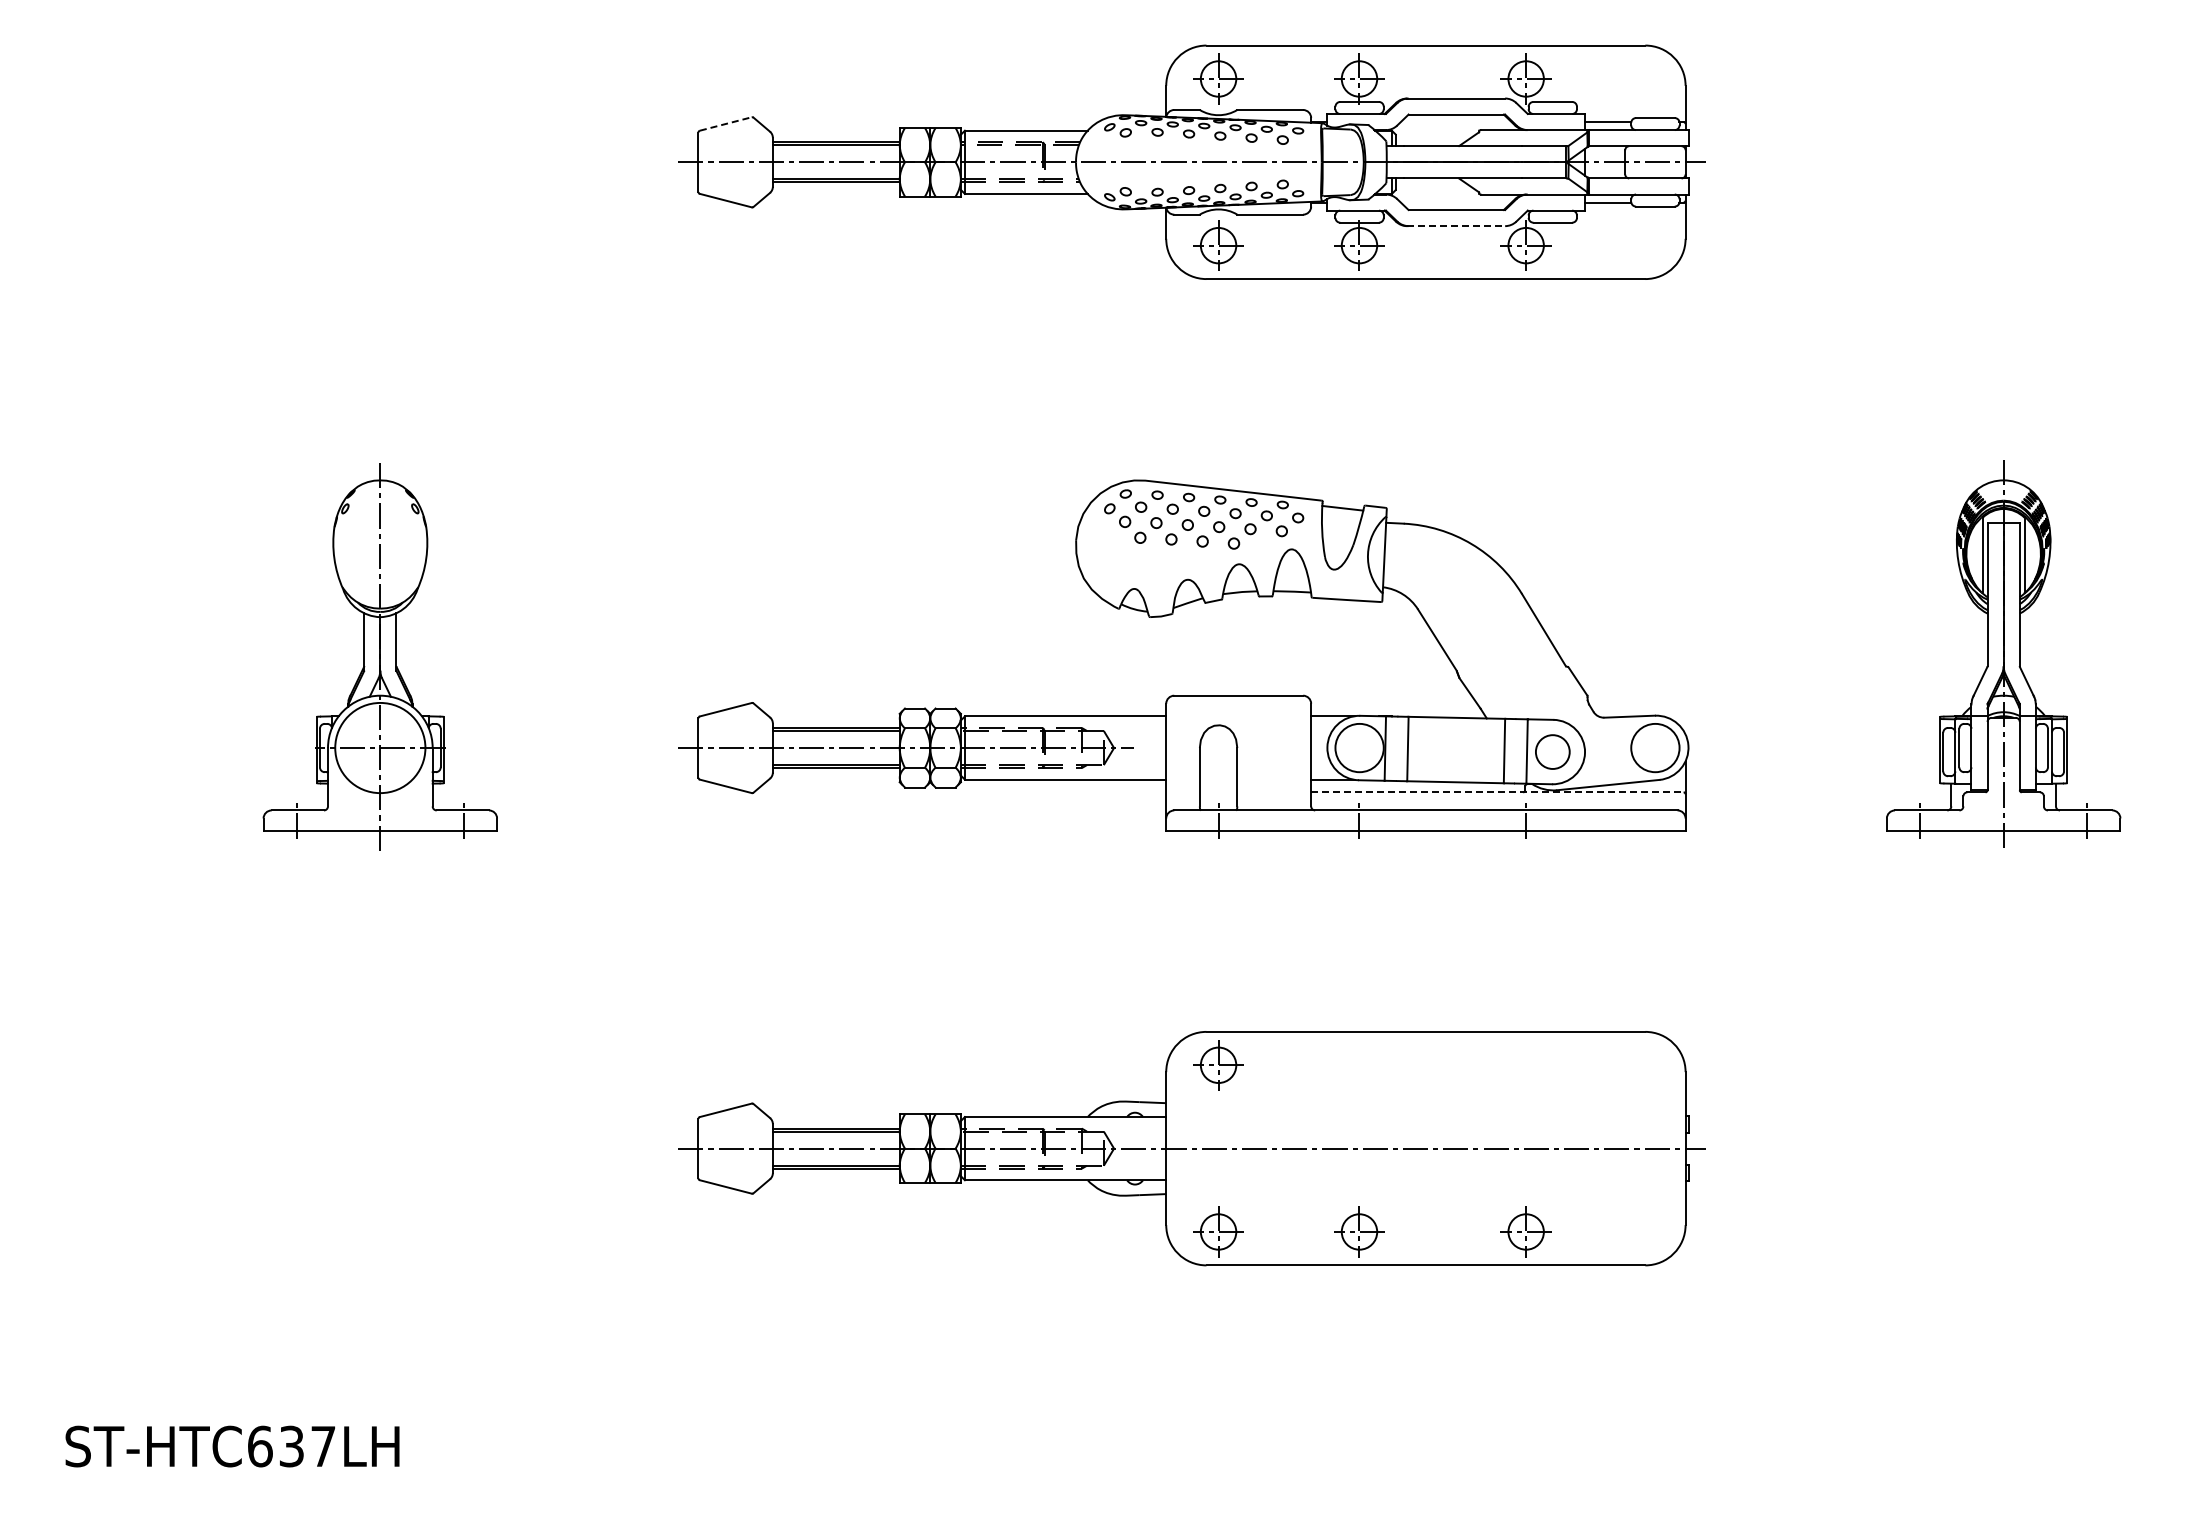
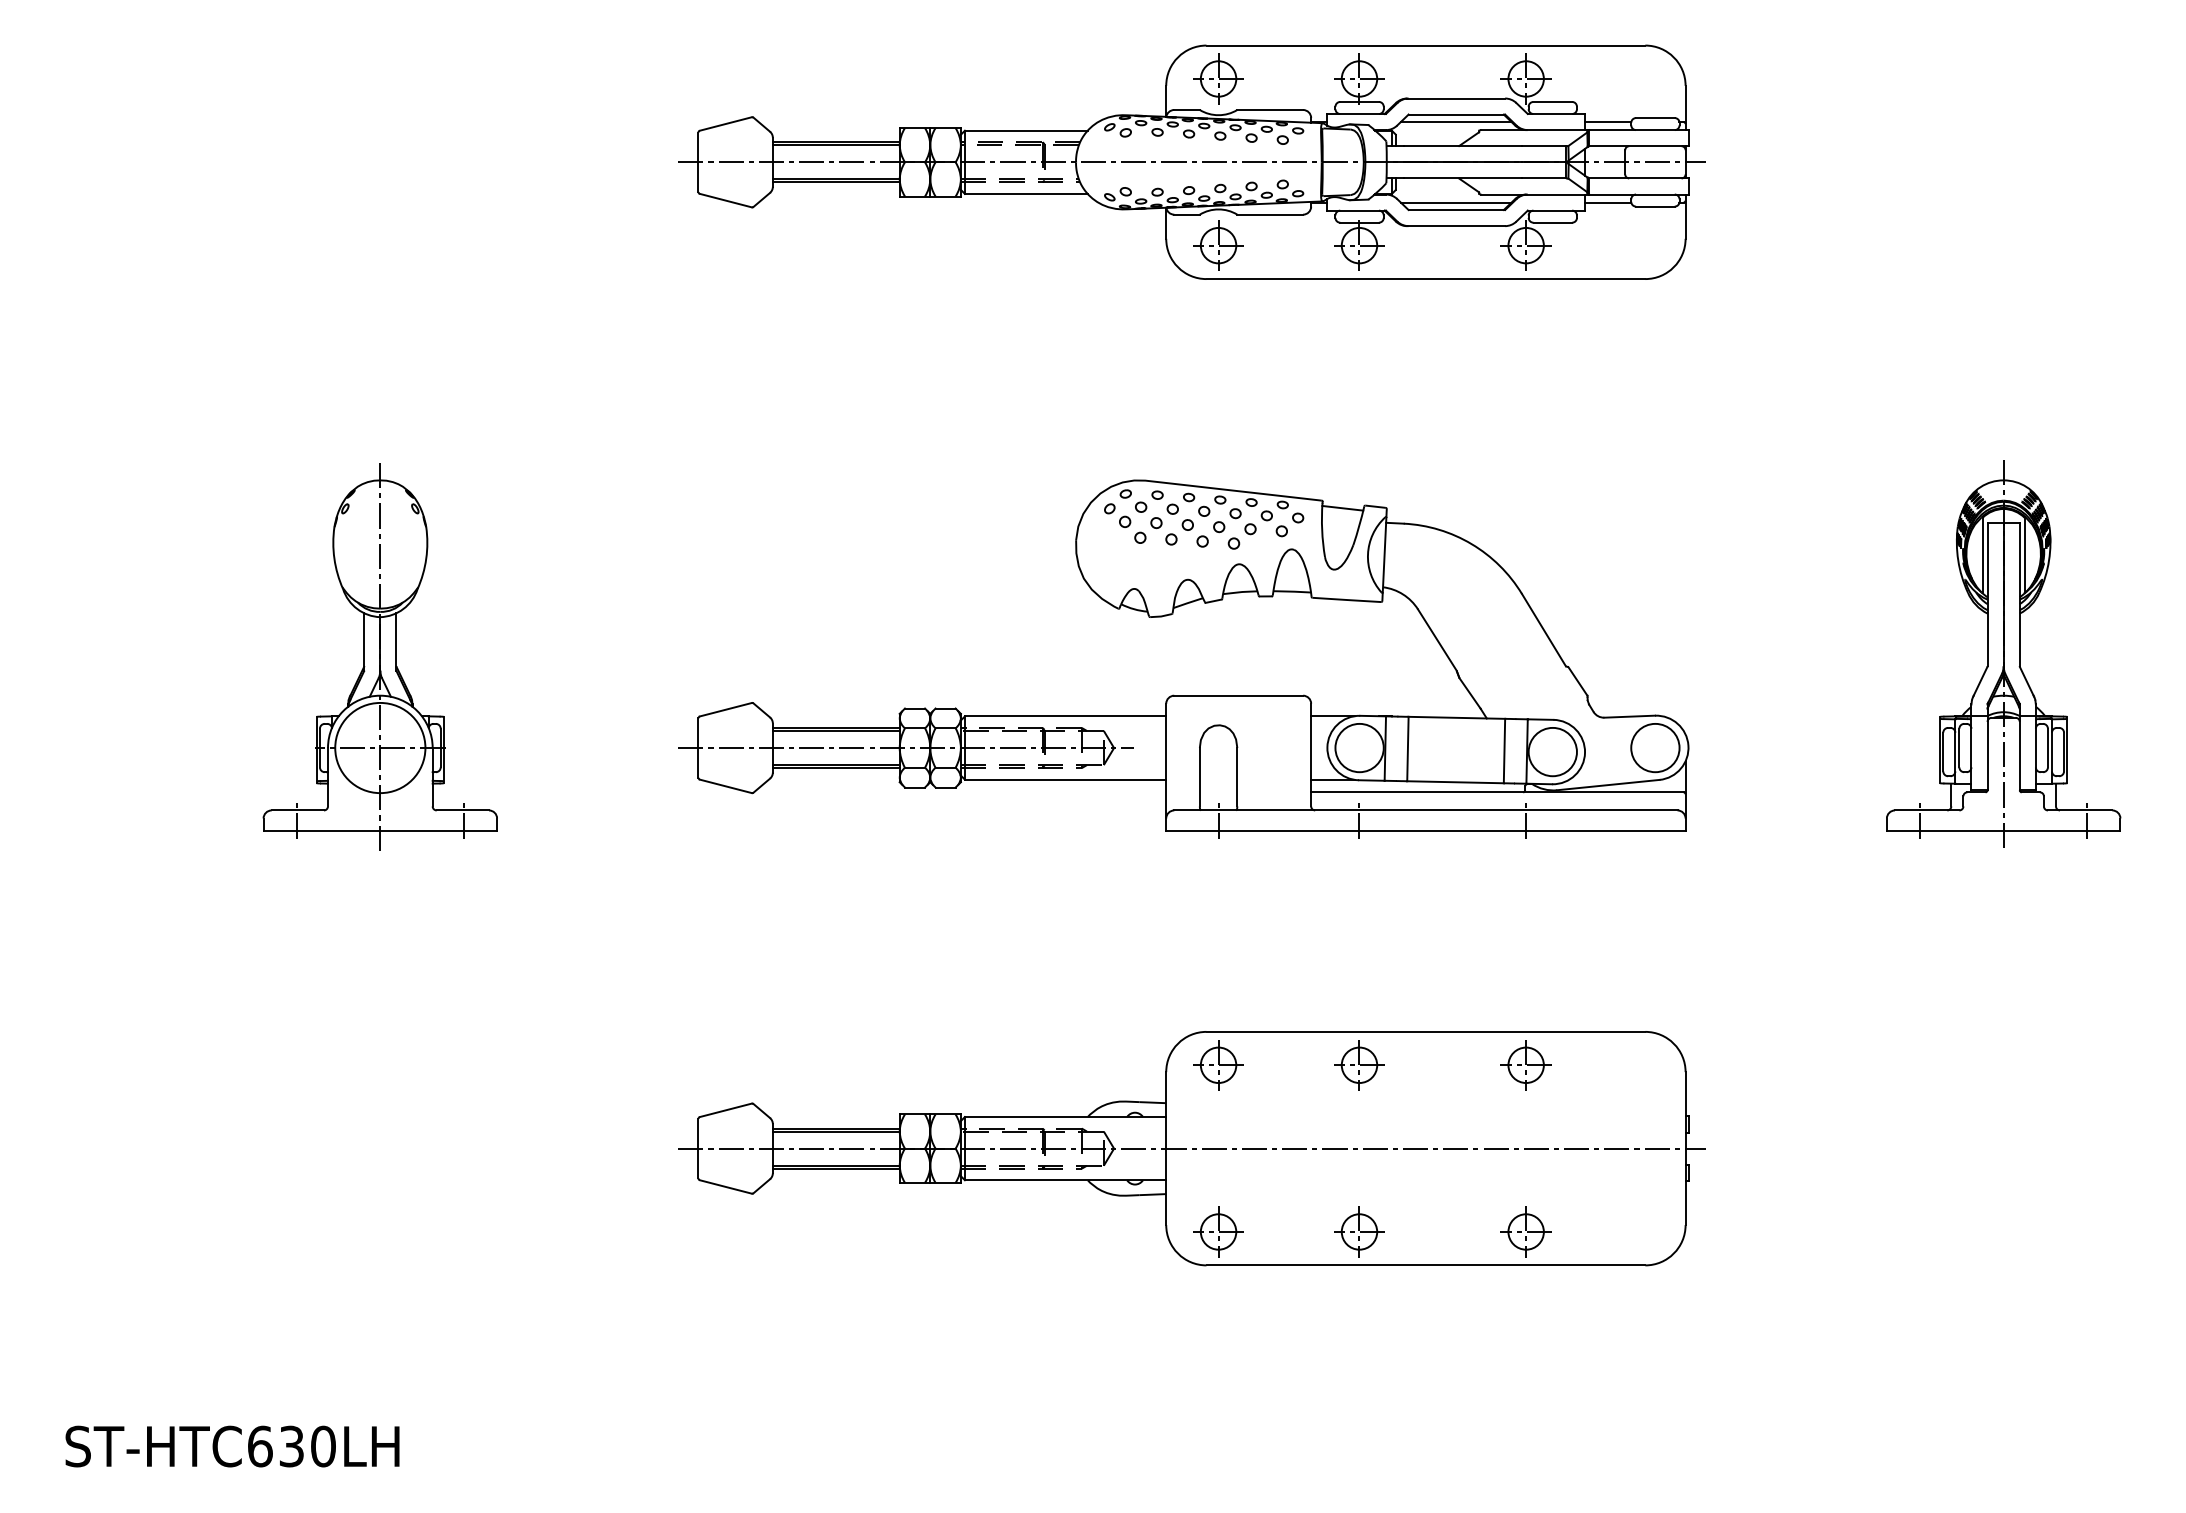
line at (1455, 122): none -> present
line at (725, 124): dashed -> solid
line at (1455, 202): none -> present
line at (1456, 226): dashed -> solid
circle at (1552, 751) diameter: 34 px -> 48 px
line at (1497, 792): dashed -> solid
part at (1359, 1065): none -> present
part at (1525, 1065): none -> present
text at (323, 1446): ST-HTC637LH -> ST-HTC630LH
